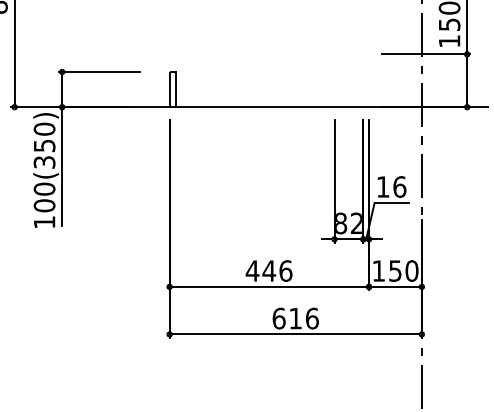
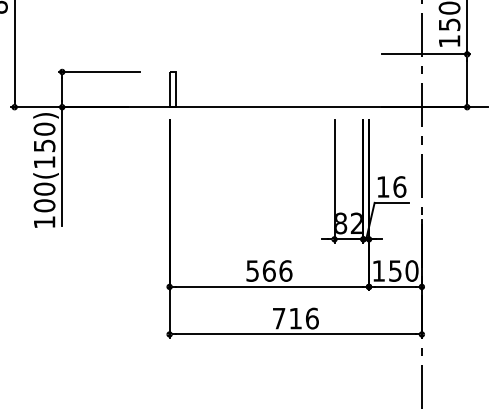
text at (44, 162): 100(350) -> 100(150)
text at (260, 270): 446 -> 566
text at (278, 318): 616 -> 716
